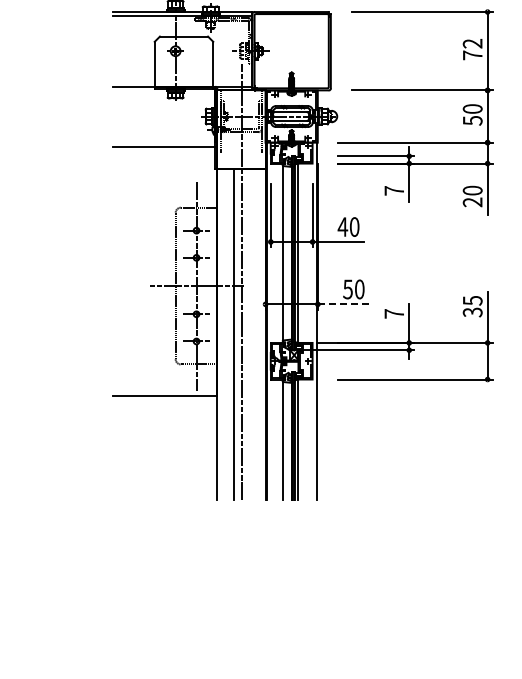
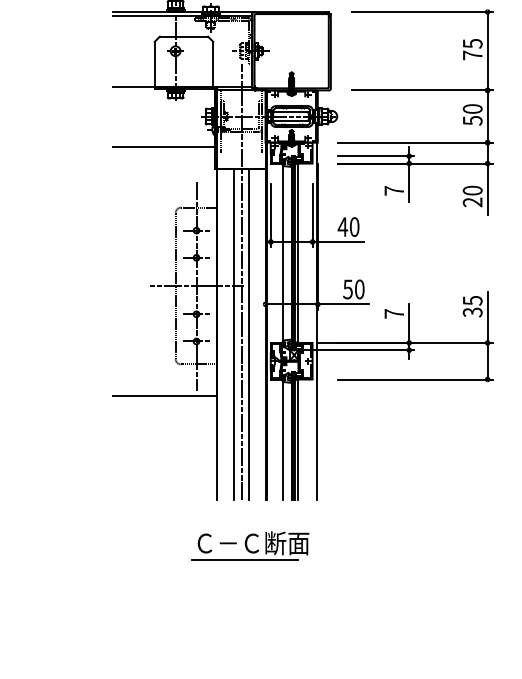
text at (472, 43): 72 -> 75
line at (343, 304): dashed -> solid
line at (249, 334): none -> present
part at (250, 545): none -> present
